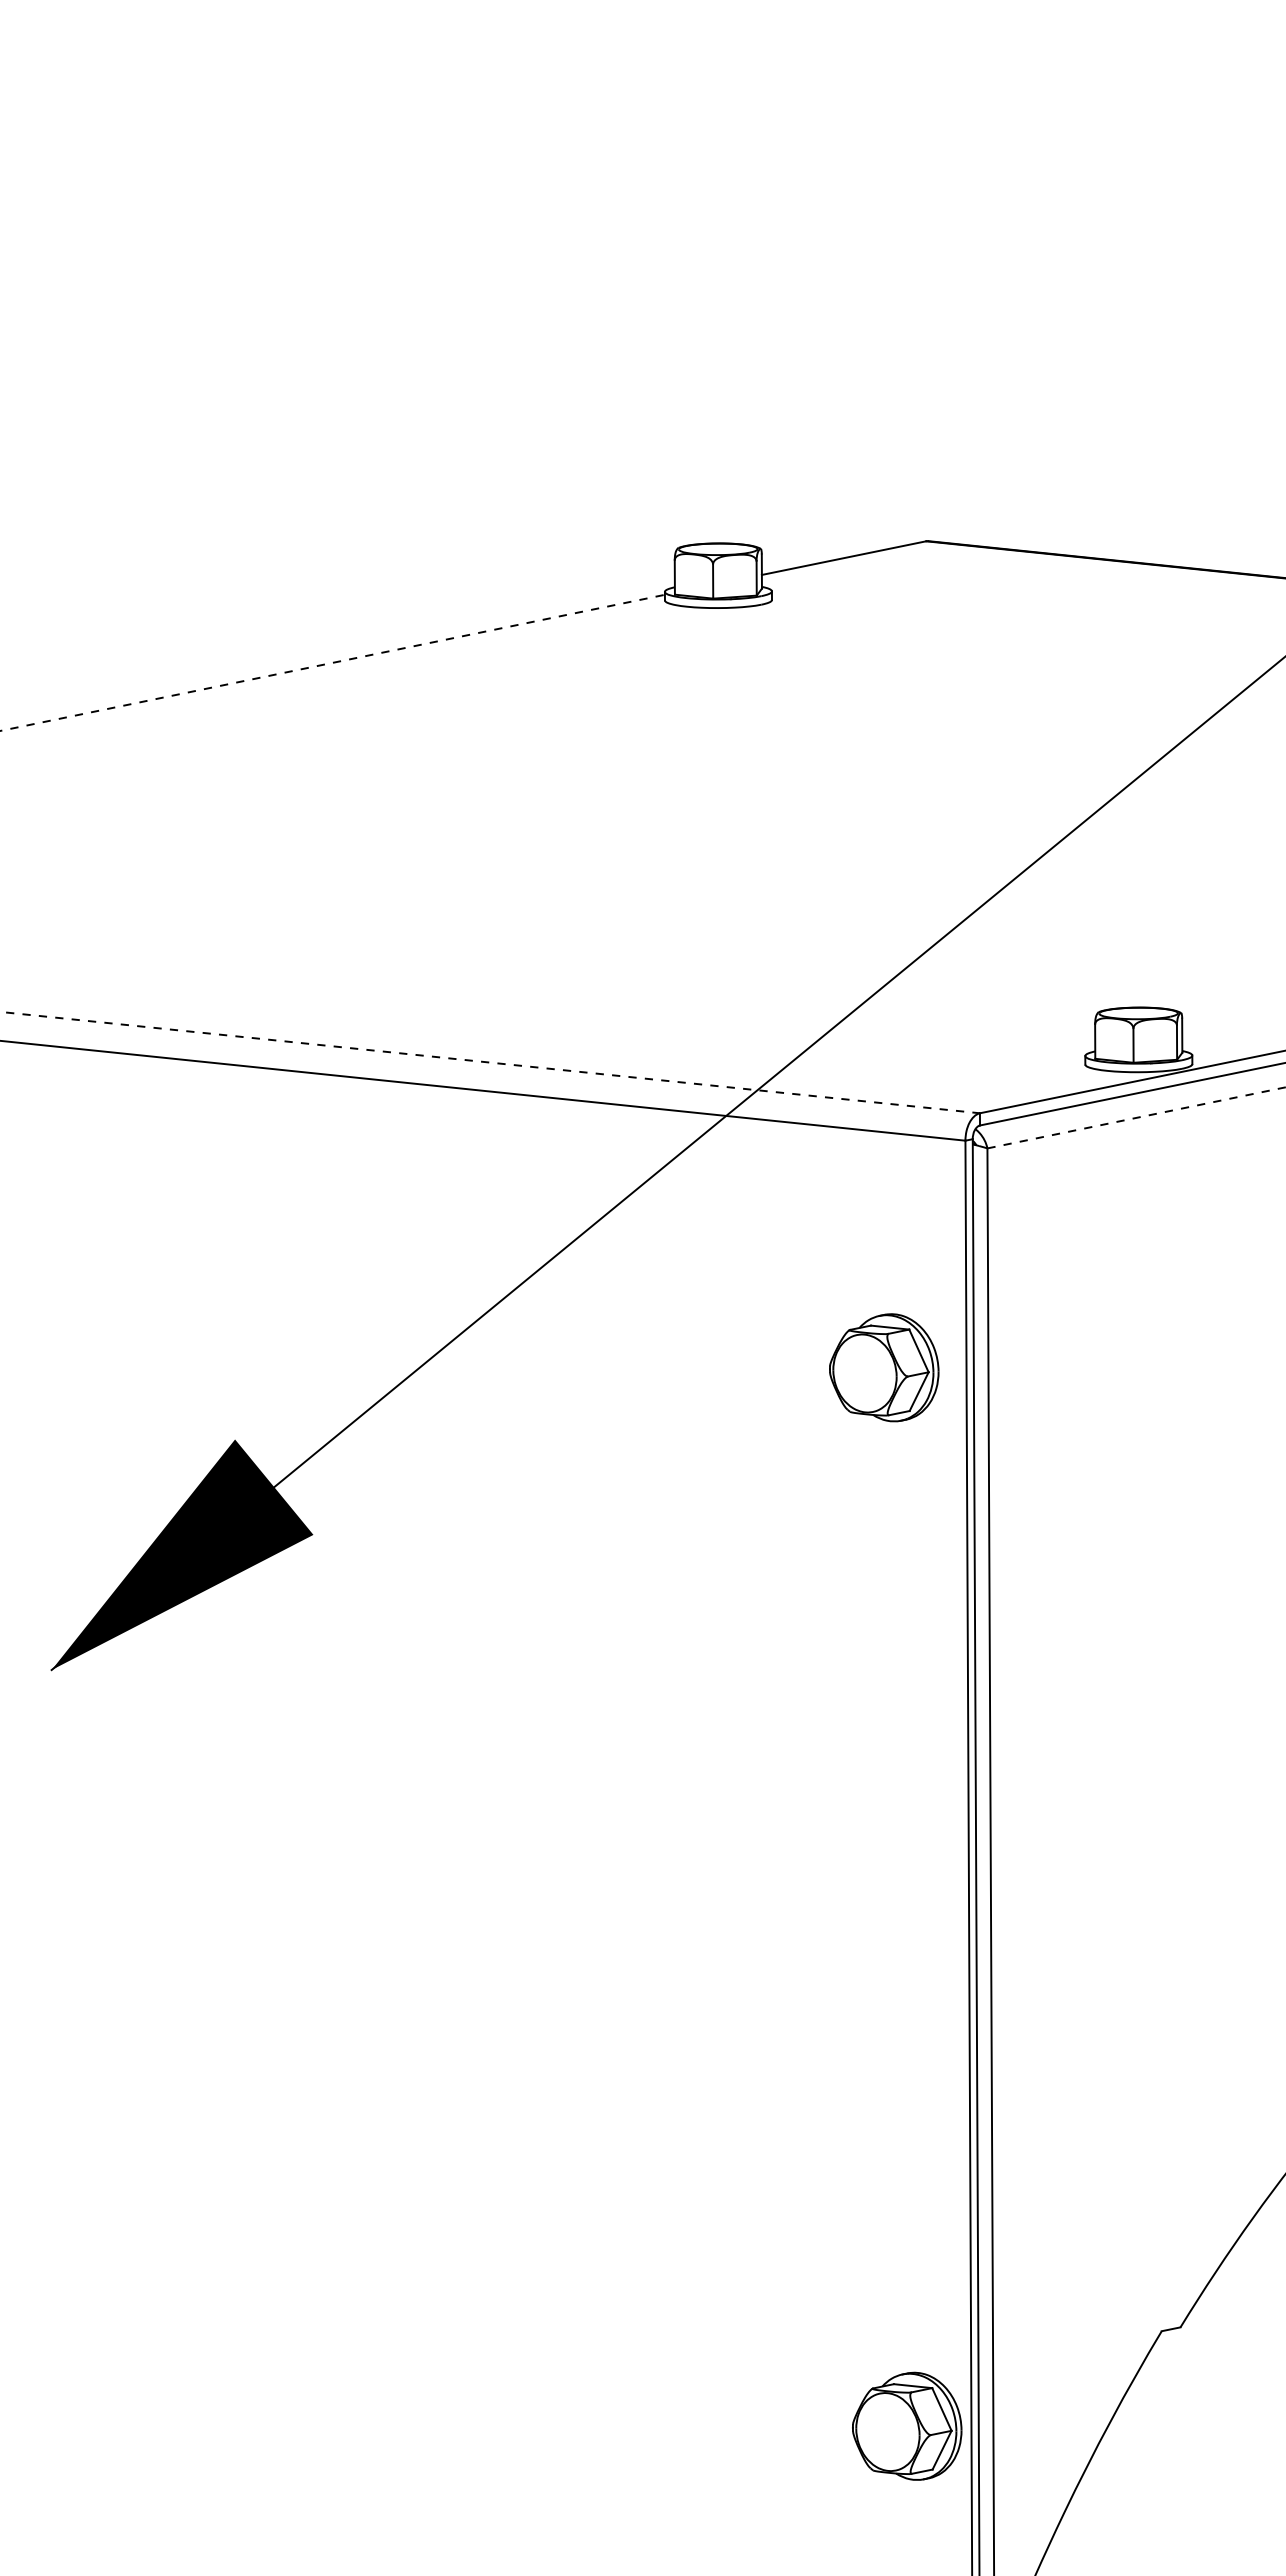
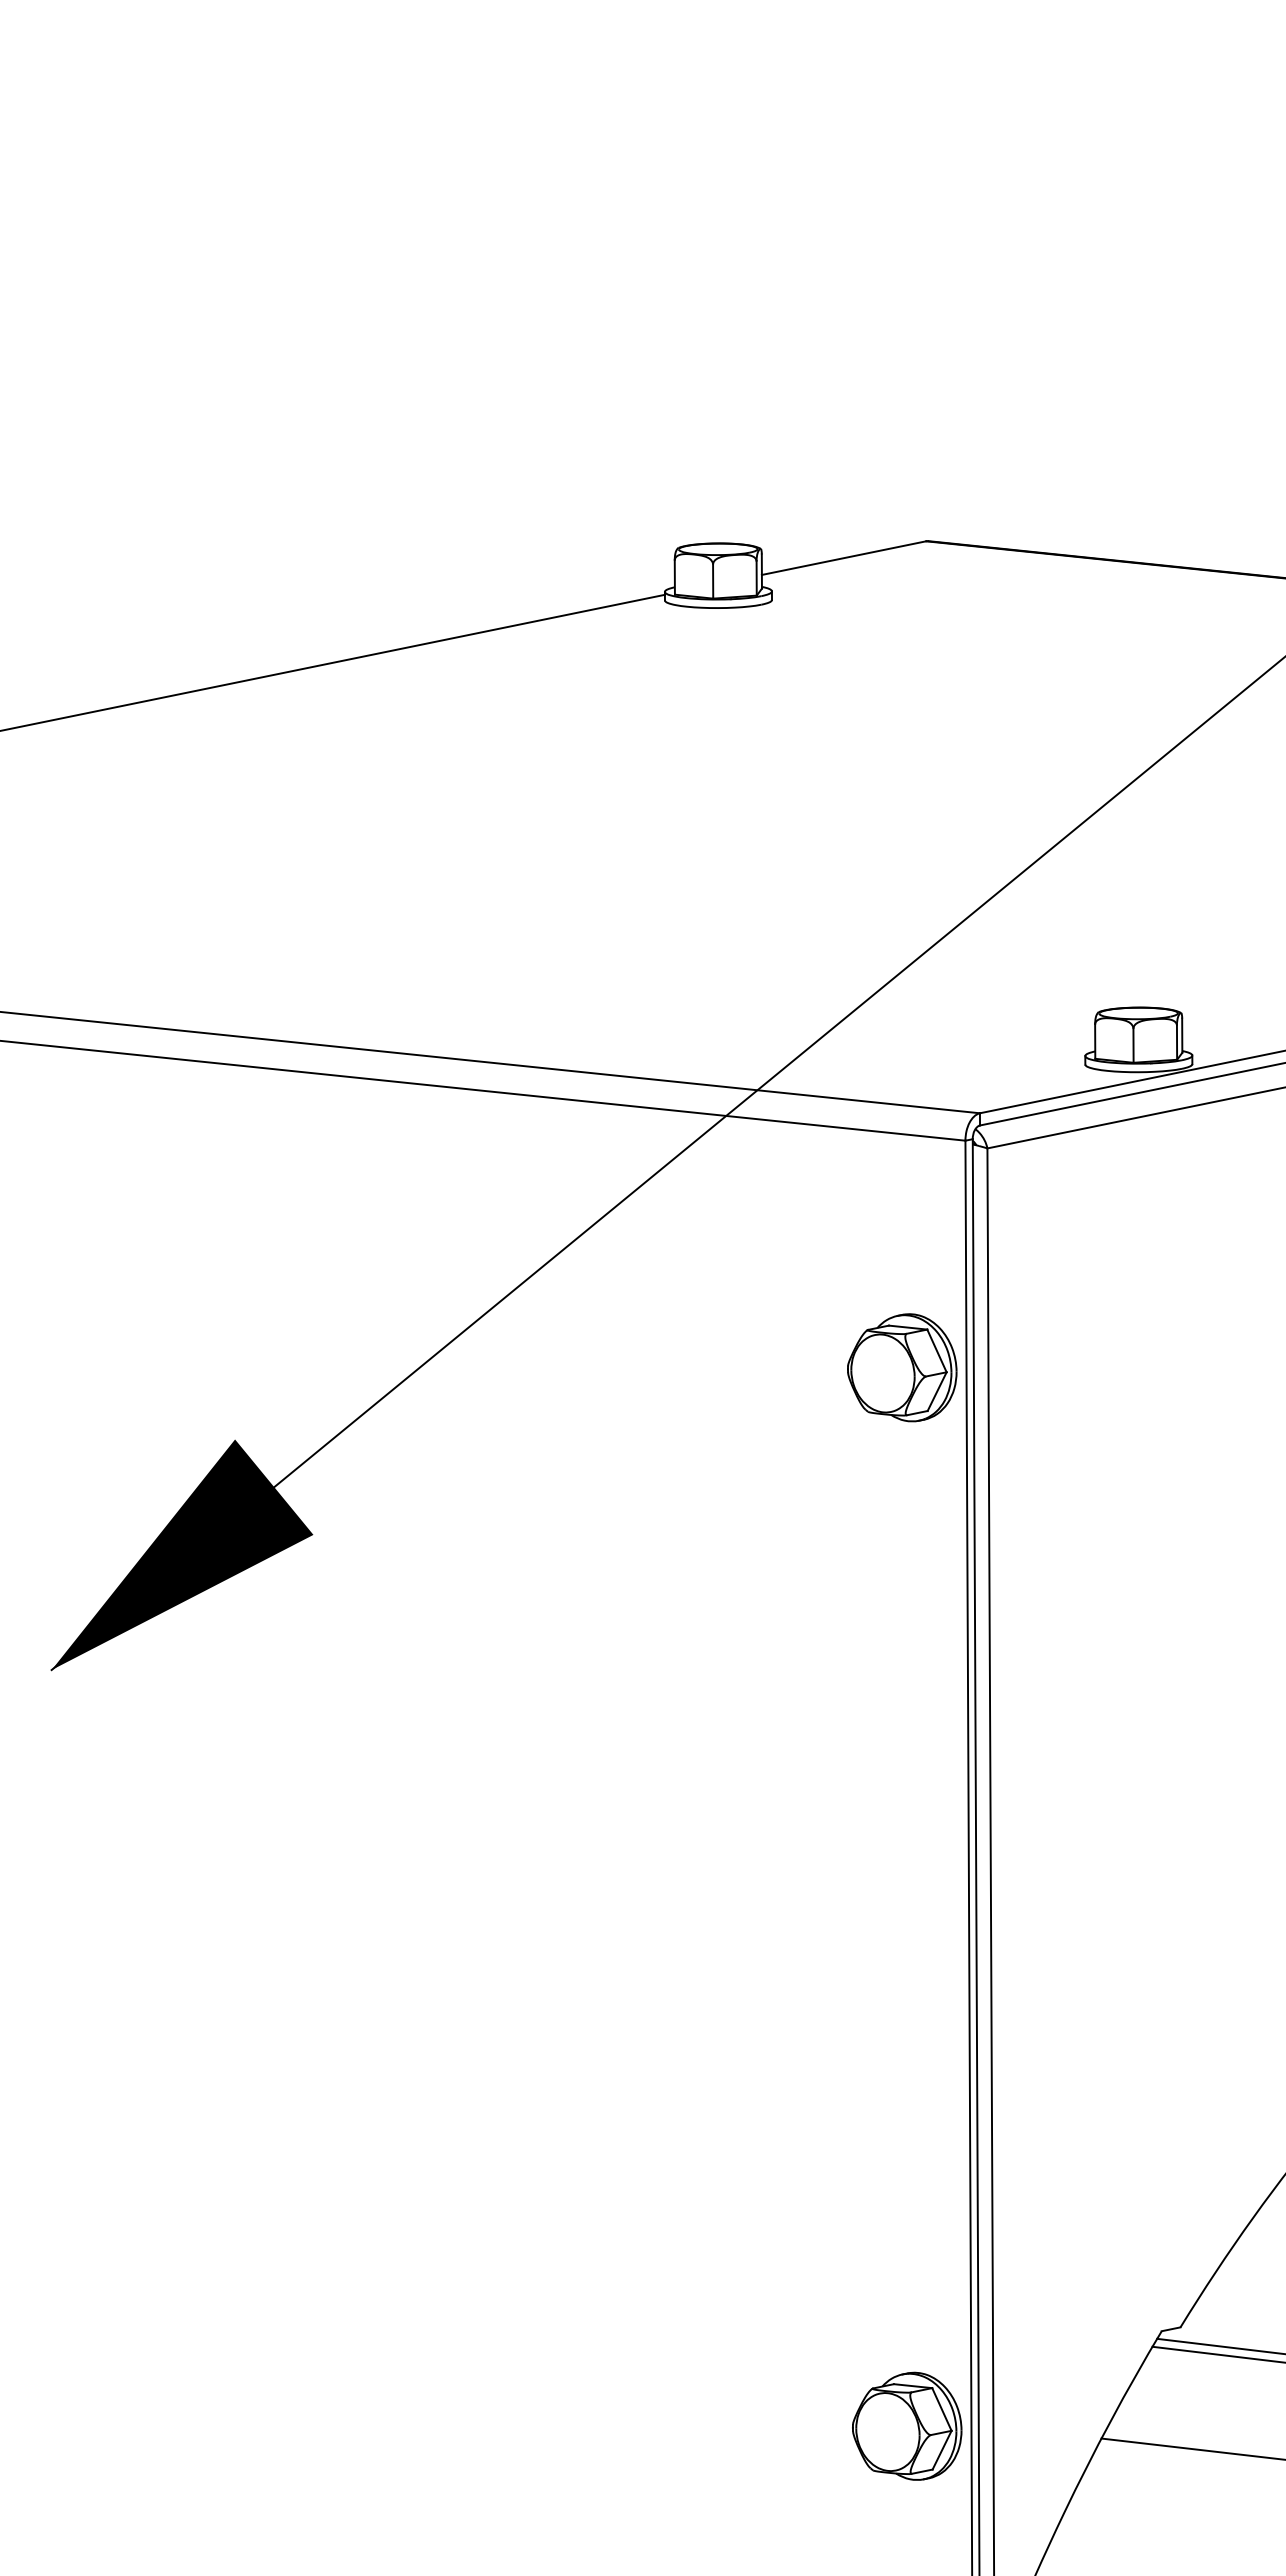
line at (332, 662): dashed -> solid
line at (490, 1062): dashed -> solid
line at (1136, 1117): dashed -> solid
part at (884, 1367) position: (884, 1367) -> (902, 1367)
line at (1219, 2345): none -> present
line at (1217, 2354): none -> present
line at (1191, 2448): none -> present
